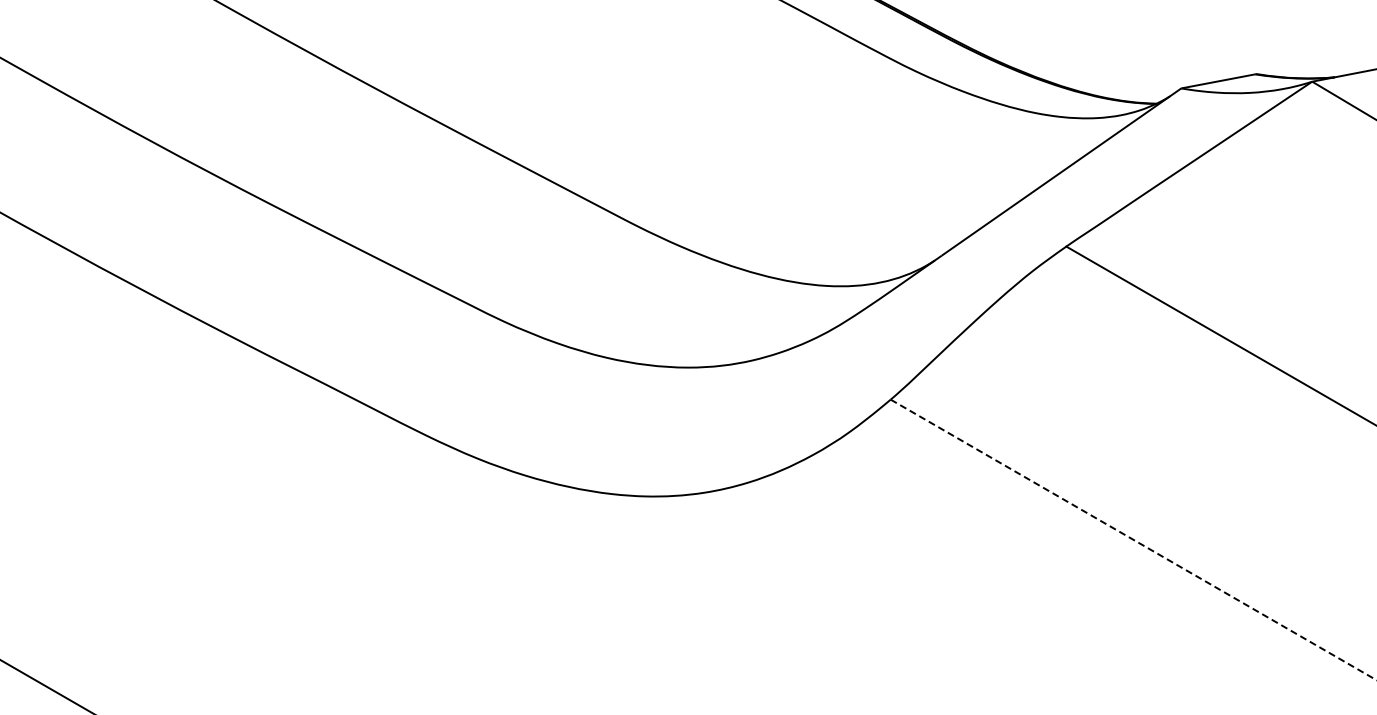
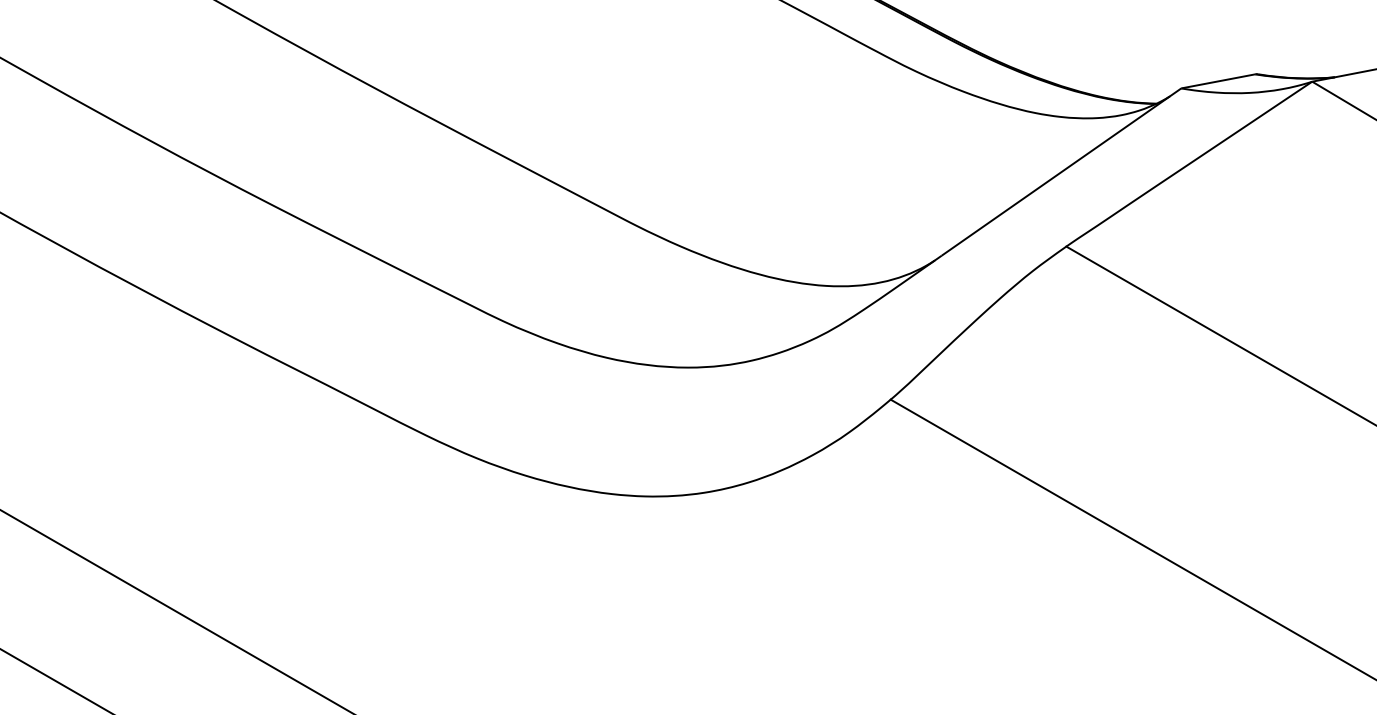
line at (1134, 540): dashed -> solid
line at (176, 610): none -> present
line at (46, 686) position: (46, 686) -> (55, 680)
